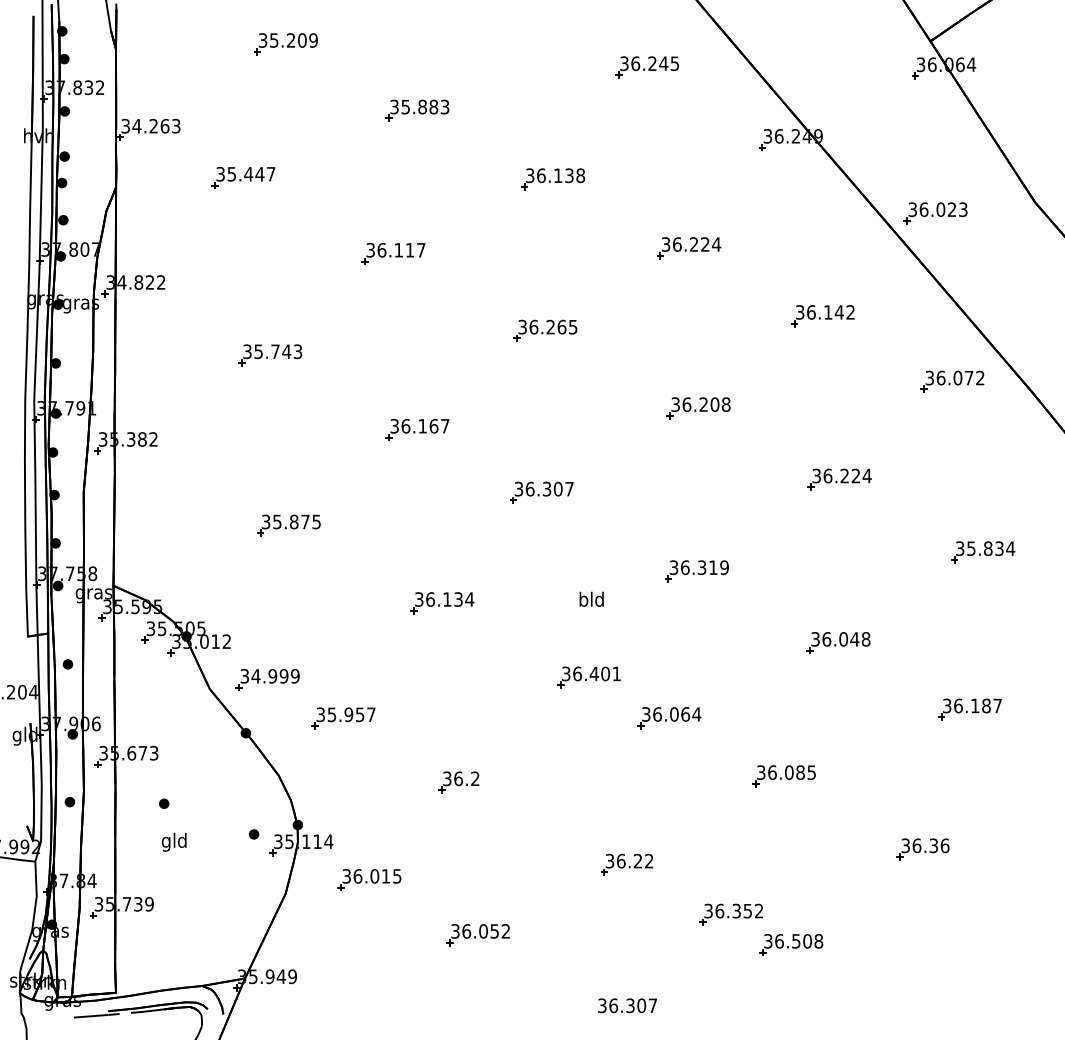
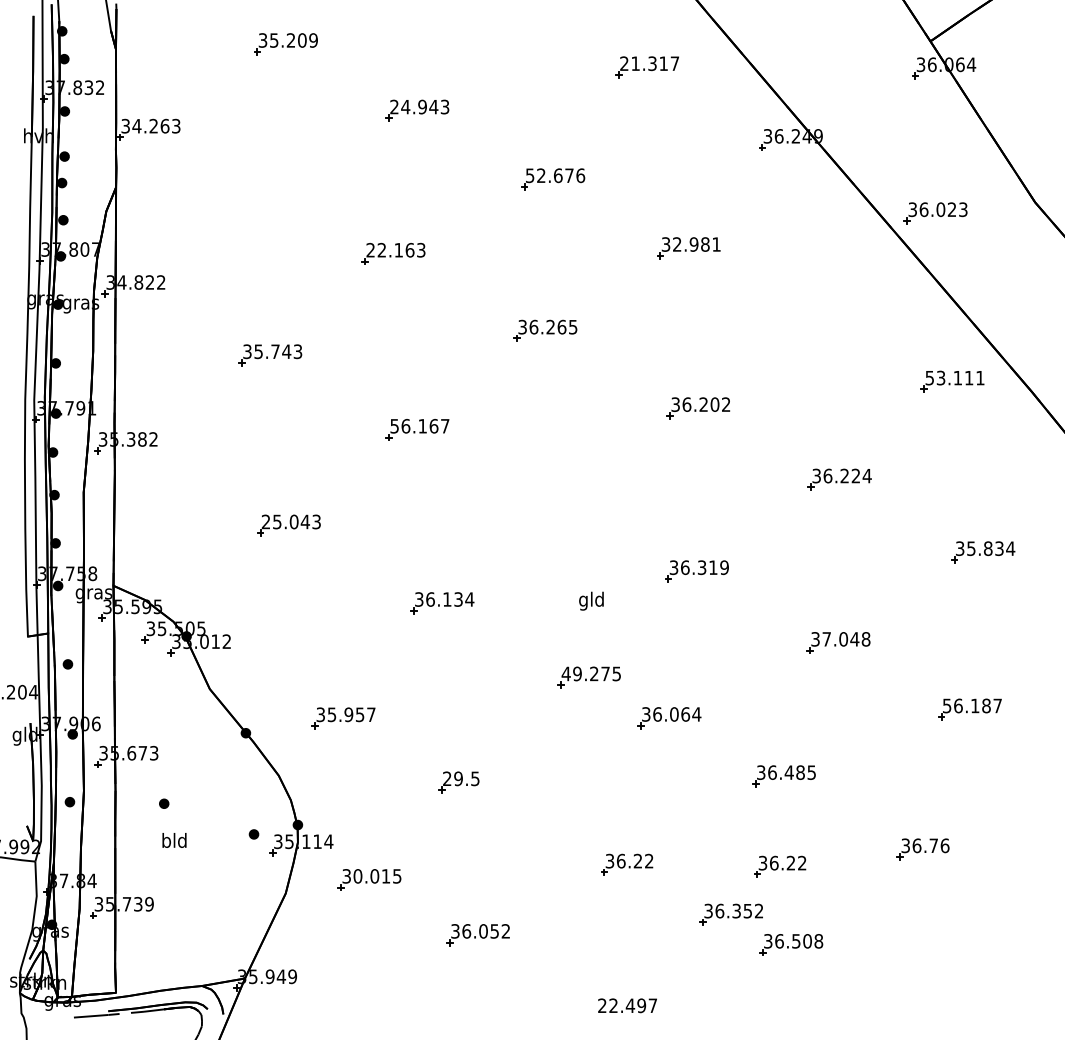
text at (649, 63): 36.245 -> 21.317
text at (414, 106): 35.883 -> 24.943
text at (555, 175): 36.138 -> 52.676
part at (243, 177): present -> none
text at (697, 244): 36.224 -> 32.981
text at (395, 249): 36.117 -> 22.163
part at (822, 316): present -> none
text at (955, 377): 36.072 -> 53.111
text at (726, 404): 36.208 -> 36.202
text at (394, 425): 36.167 -> 56.167
part at (541, 492): present -> none
text at (291, 521): 35.875 -> 25.043
text at (583, 600): bld -> gld
text at (826, 639): 36.048 -> 37.048
text at (590, 673): 36.401 -> 49.275
part at (267, 679): present -> none
text at (947, 705): 36.187 -> 56.187
text at (788, 772): 36.085 -> 36.485
text at (461, 778): 36.2 -> 29.5
text at (165, 842): gld -> bld
text at (933, 845): 36.36 -> 36.76
part at (780, 866): none -> present
text at (357, 876): 36.015 -> 30.015
text at (621, 1005): 36.307 -> 22.497
